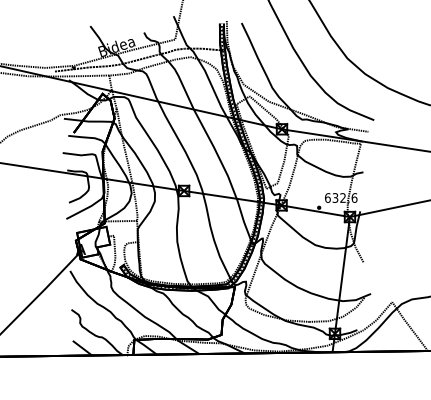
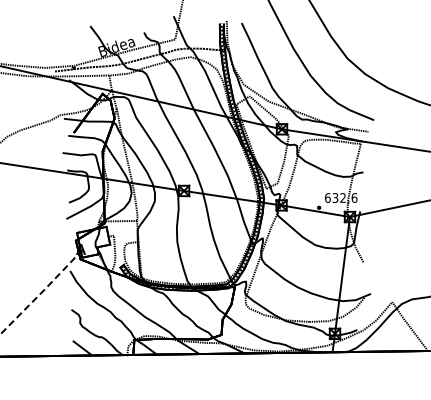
line at (41, 292): solid -> dashed
